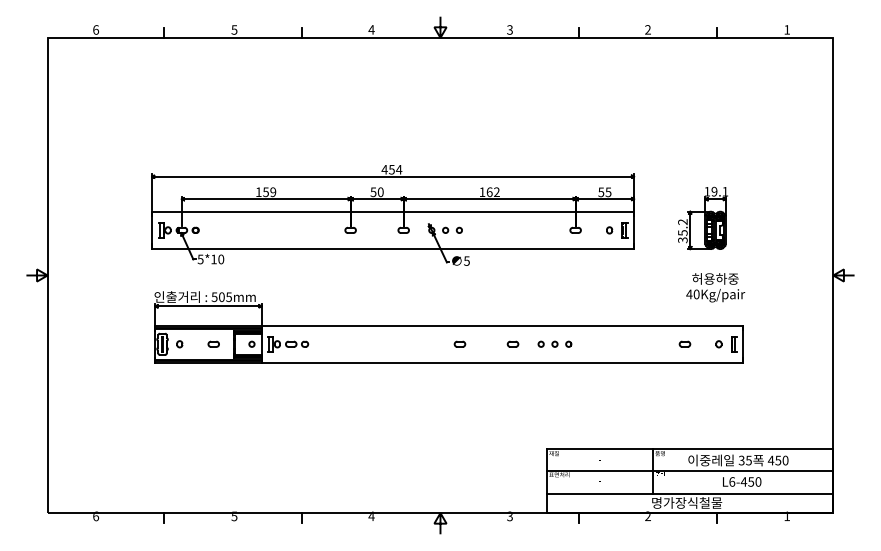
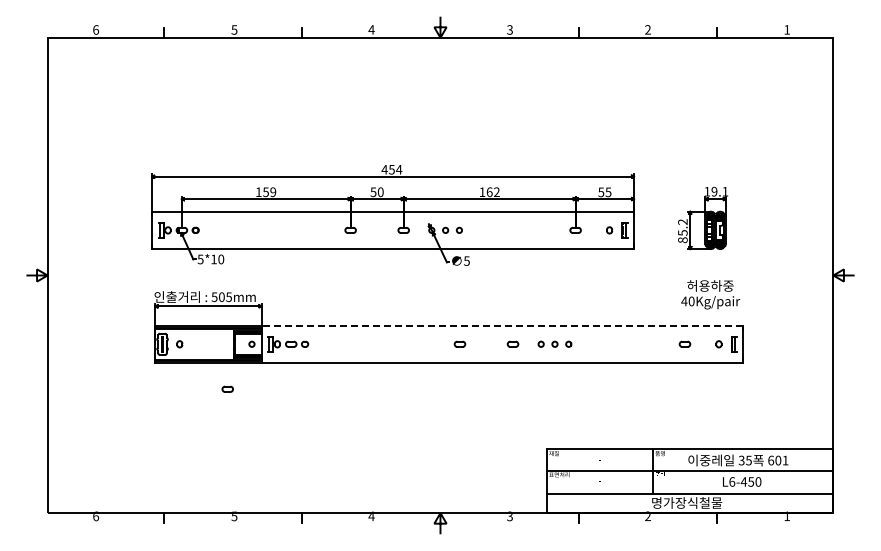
text at (682, 240): 35.2 -> 85.2
text at (715, 287) position: (715, 287) -> (710, 294)
line at (502, 325): solid -> dashed
part at (213, 343) position: (213, 343) -> (227, 388)
text at (777, 460): 450 -> 601
